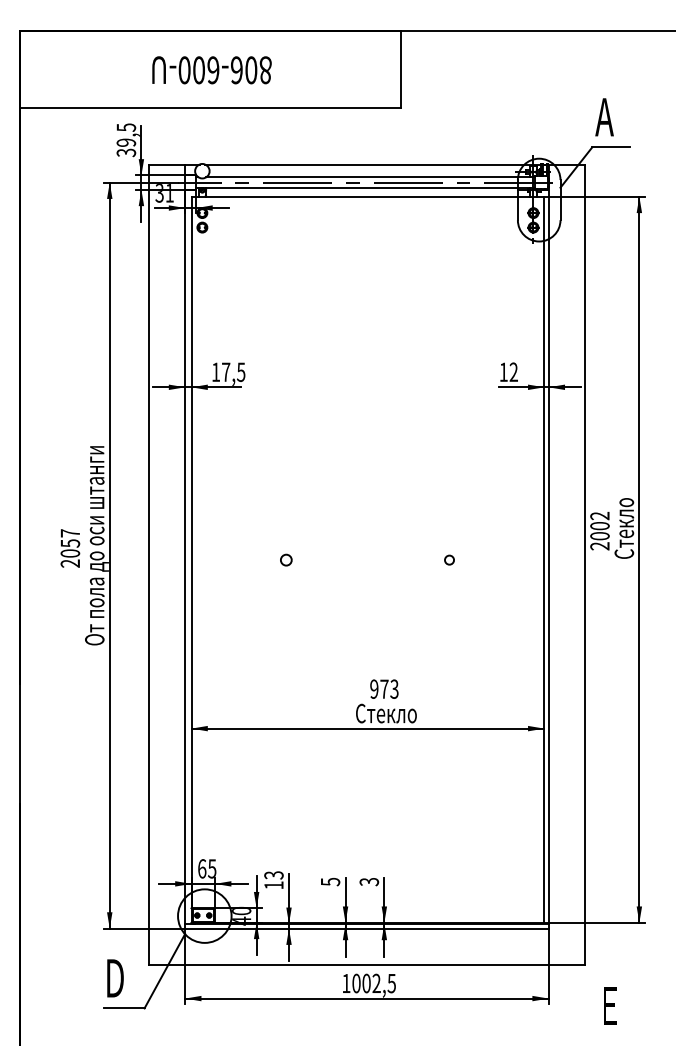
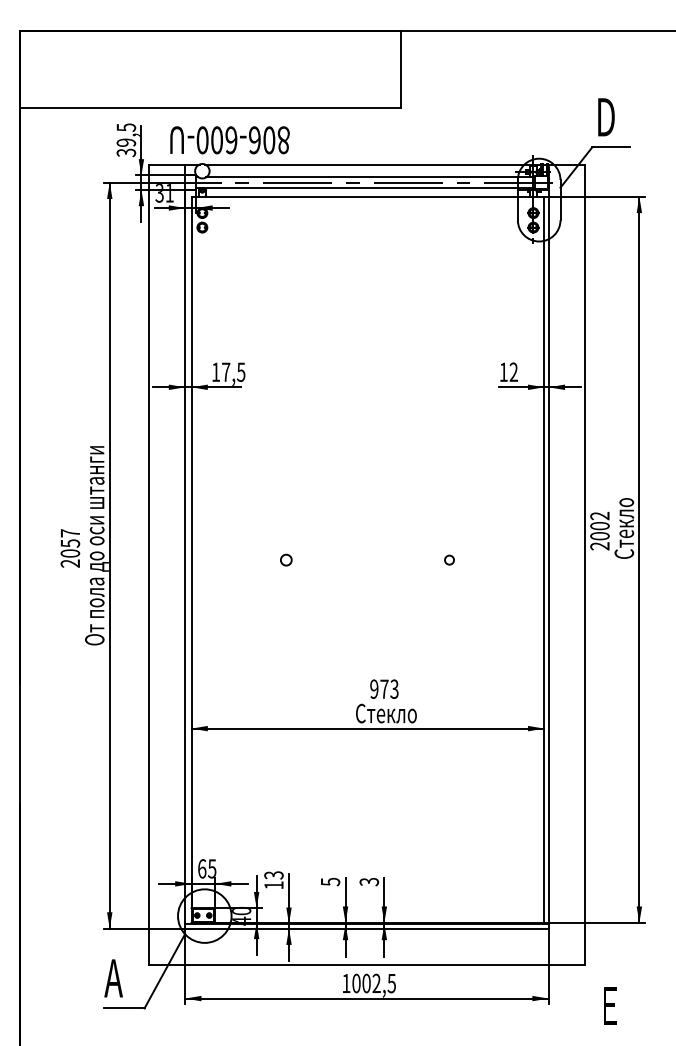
text at (211, 70) position: (211, 70) -> (229, 140)
text at (604, 117): A -> D
text at (113, 978): D -> A
